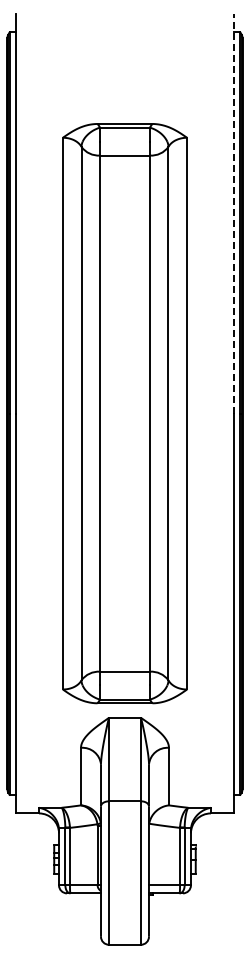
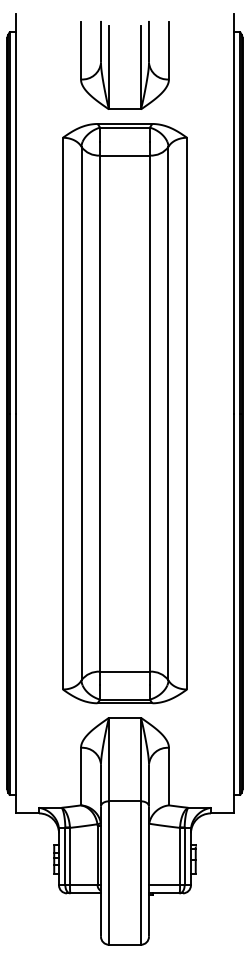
part at (109, 65): none -> present
line at (233, 213): dashed -> solid
